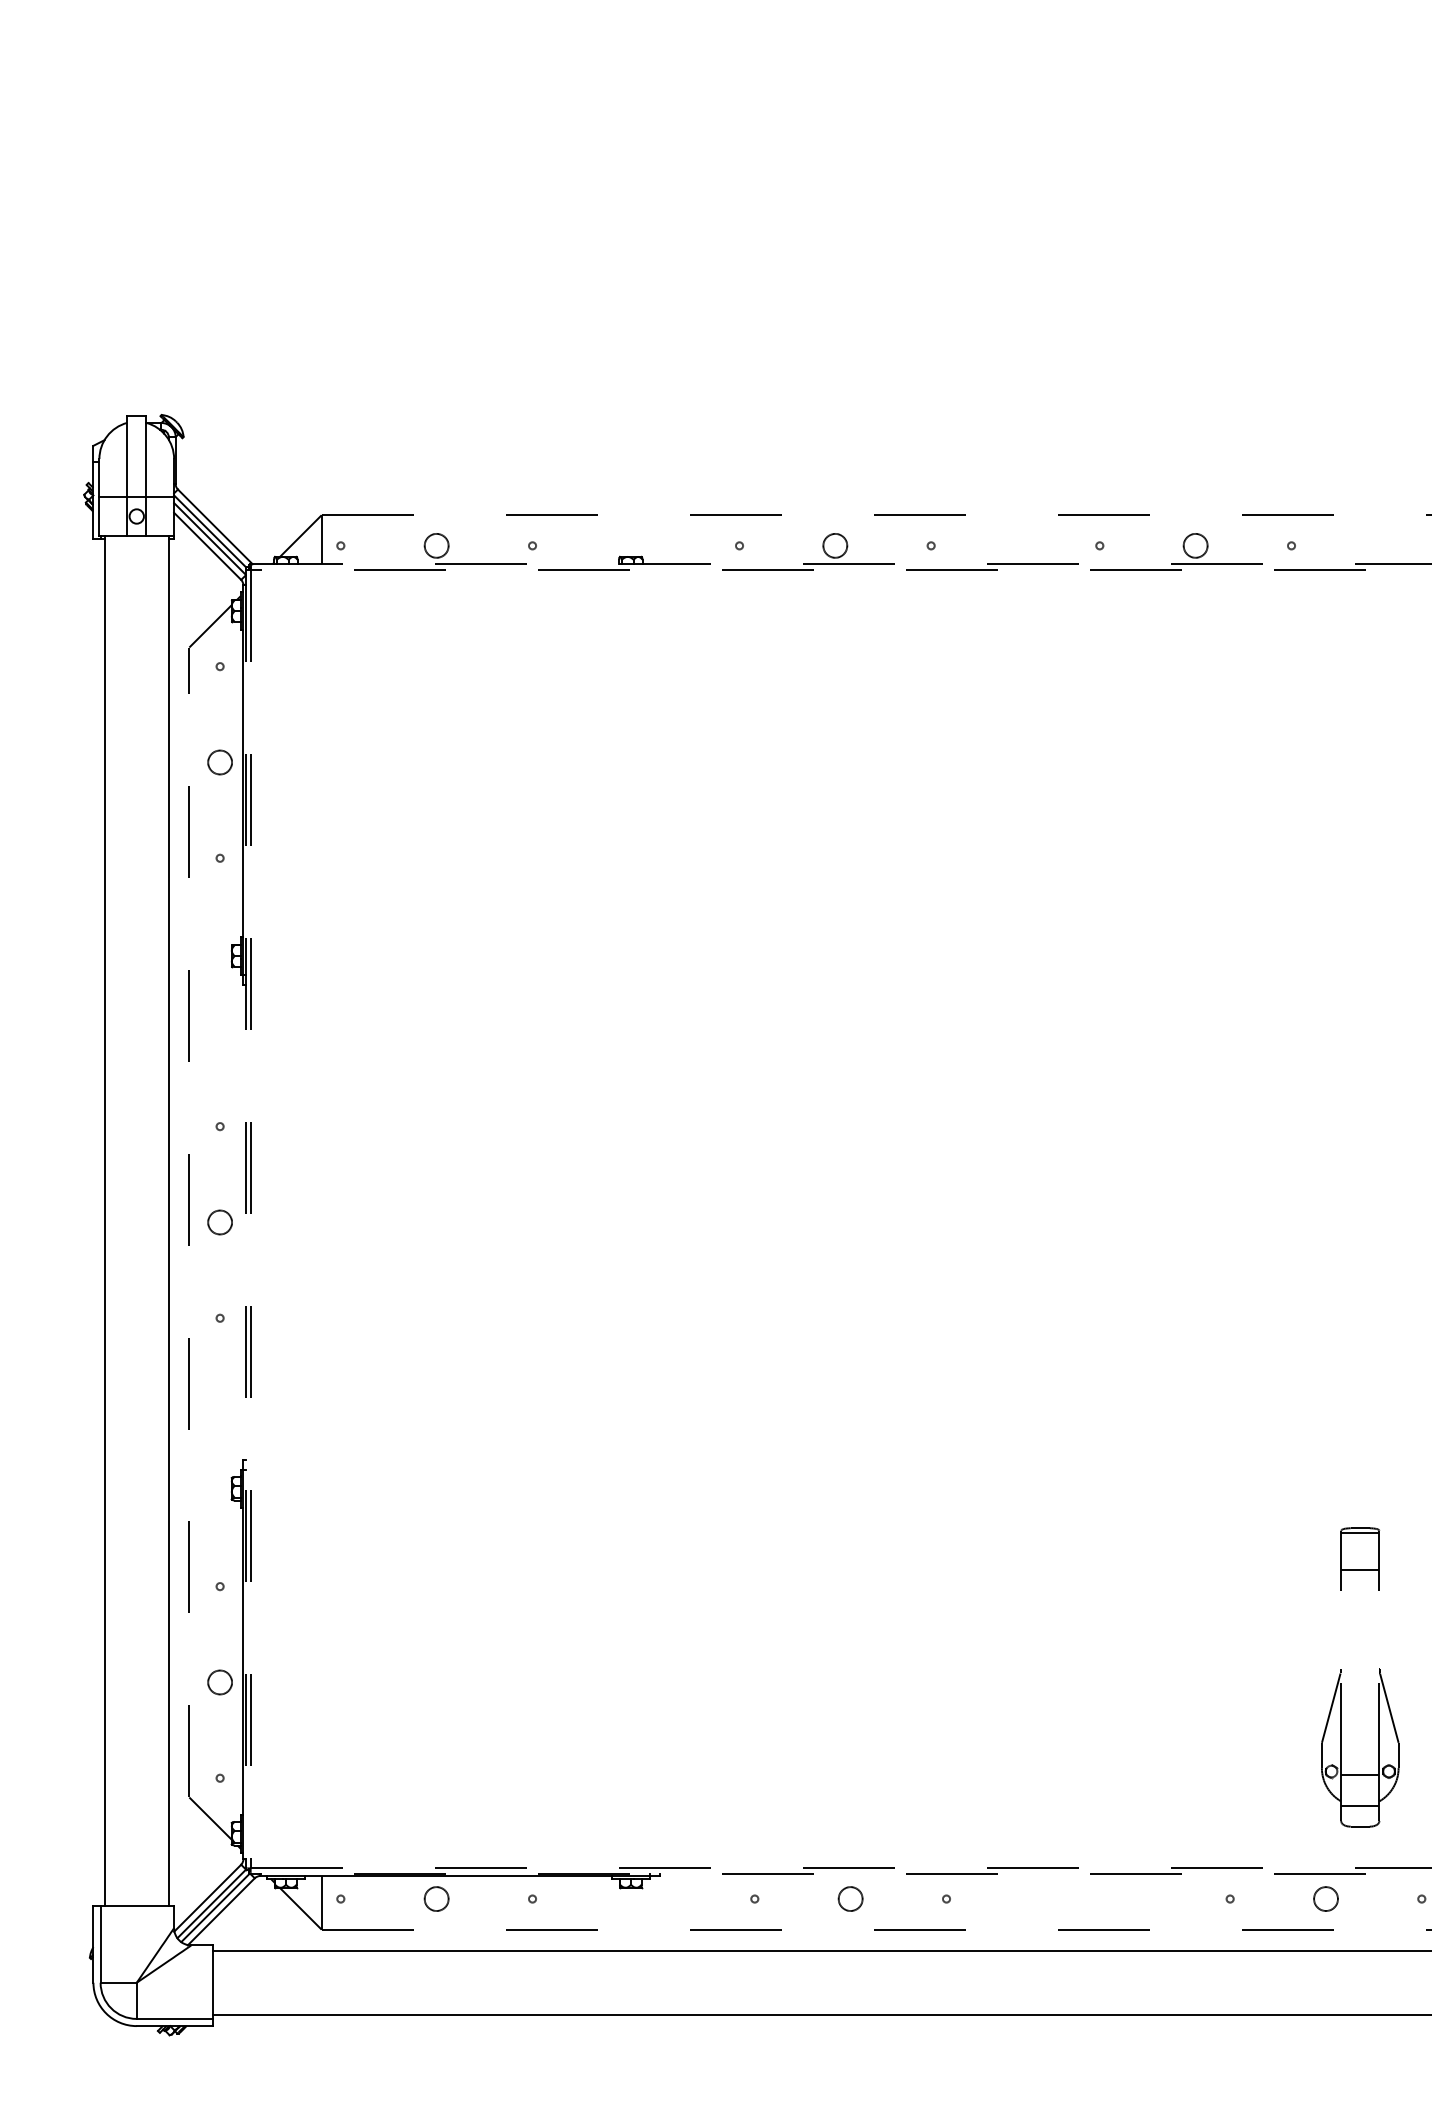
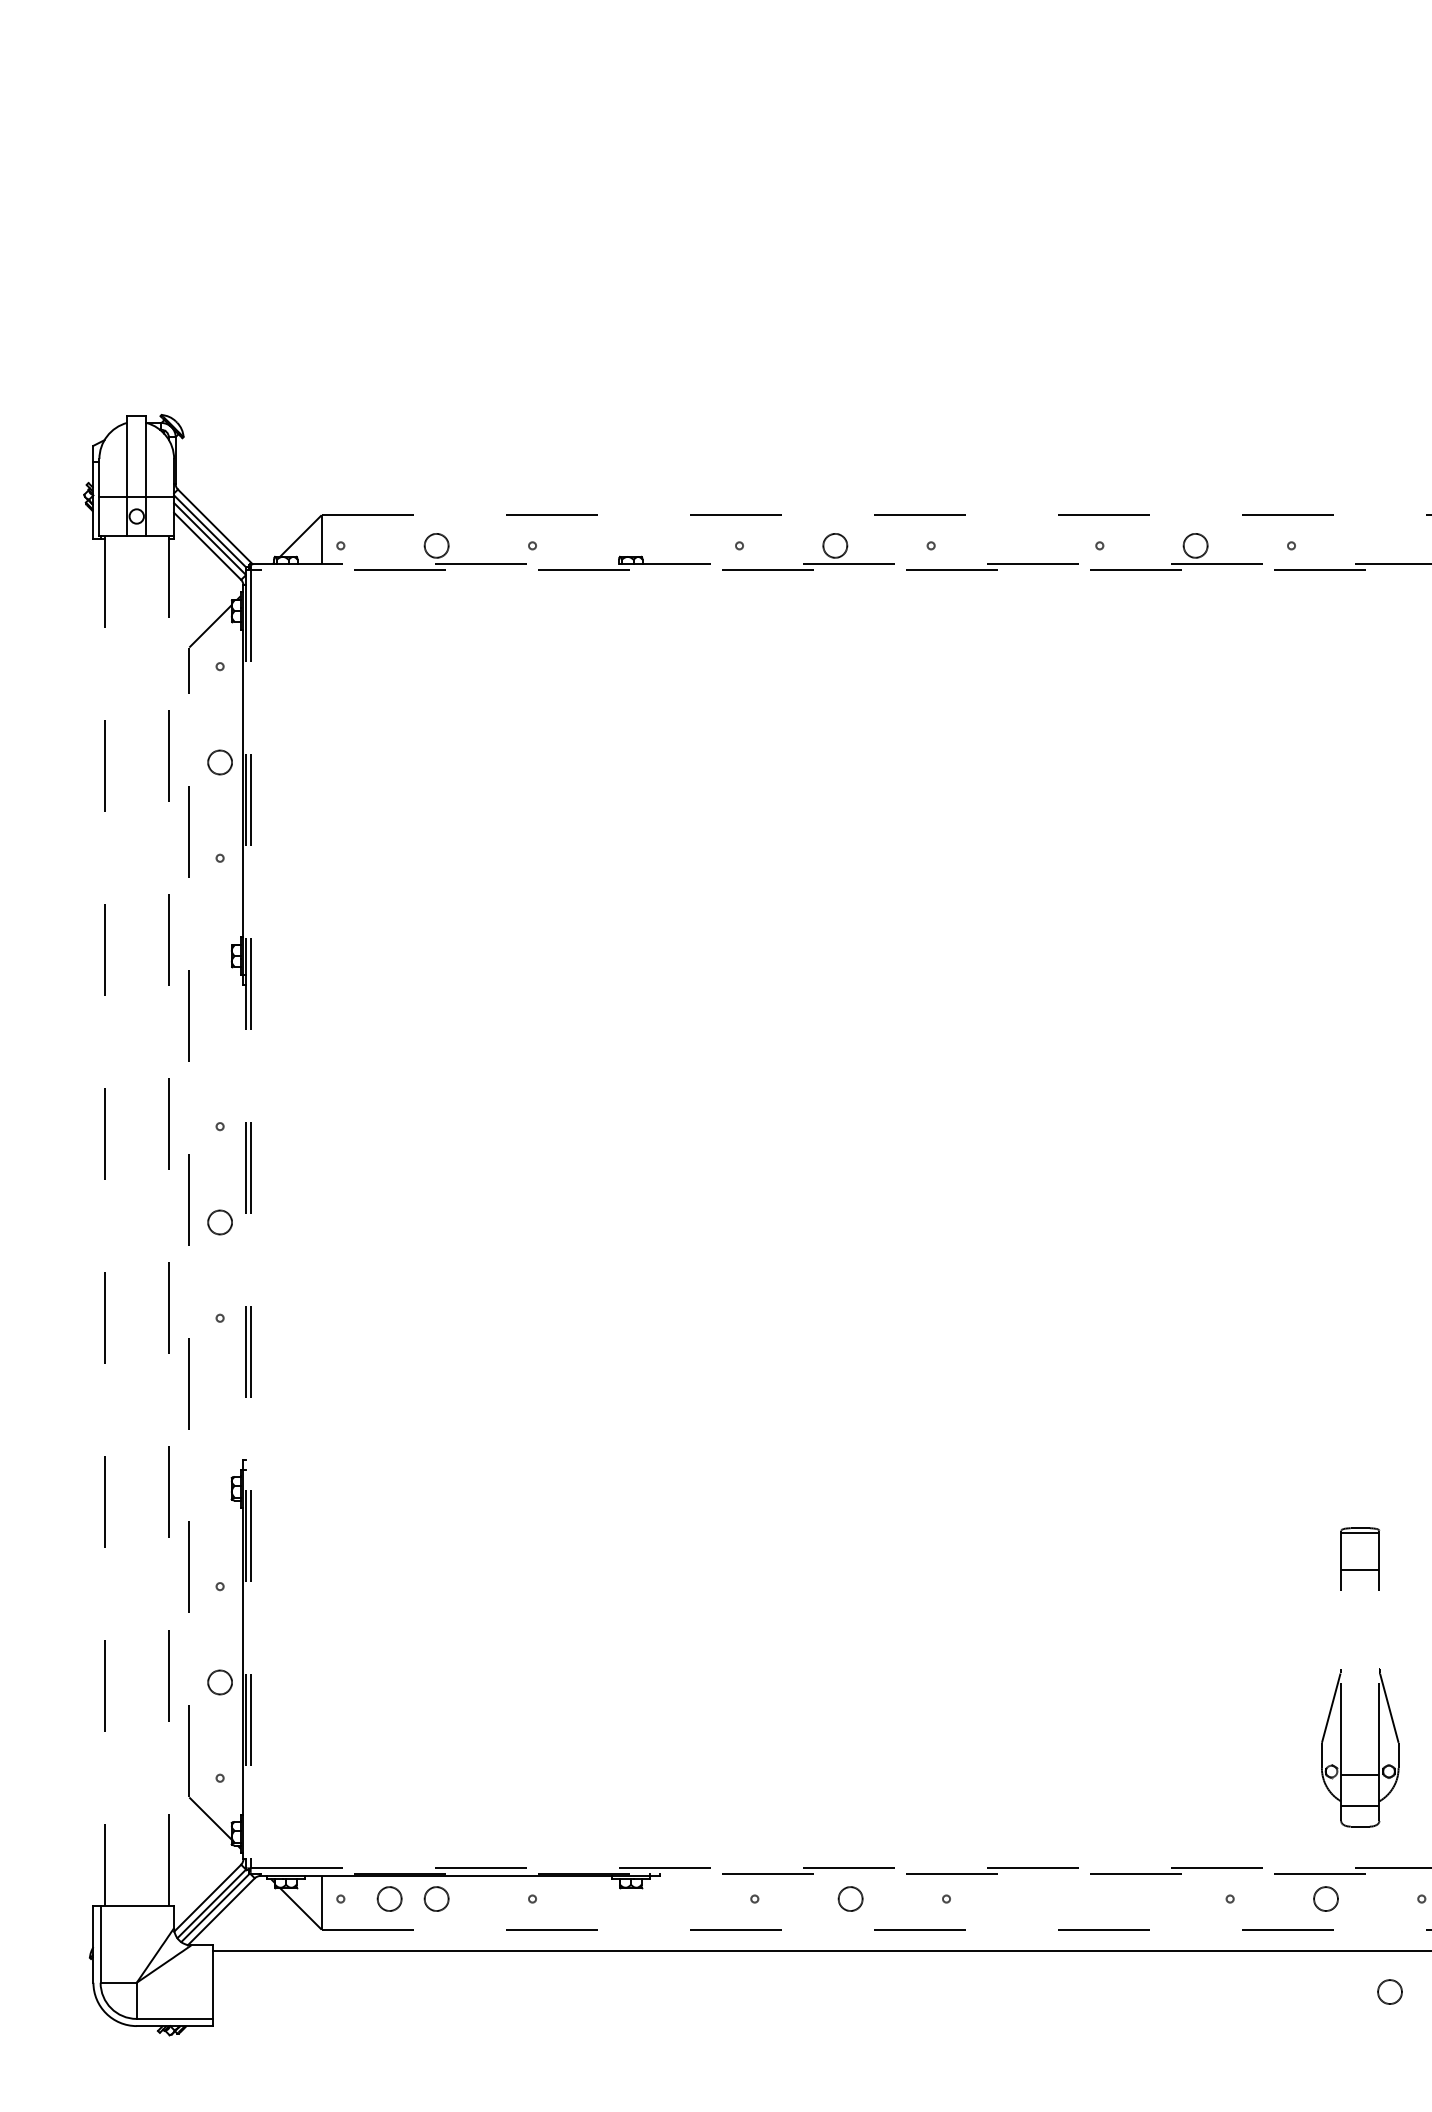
line at (168, 1220): solid -> dashed
line at (104, 1221): solid -> dashed
circle at (389, 1898): none -> present
circle at (1389, 1991): none -> present
line at (820, 2014): present -> none
